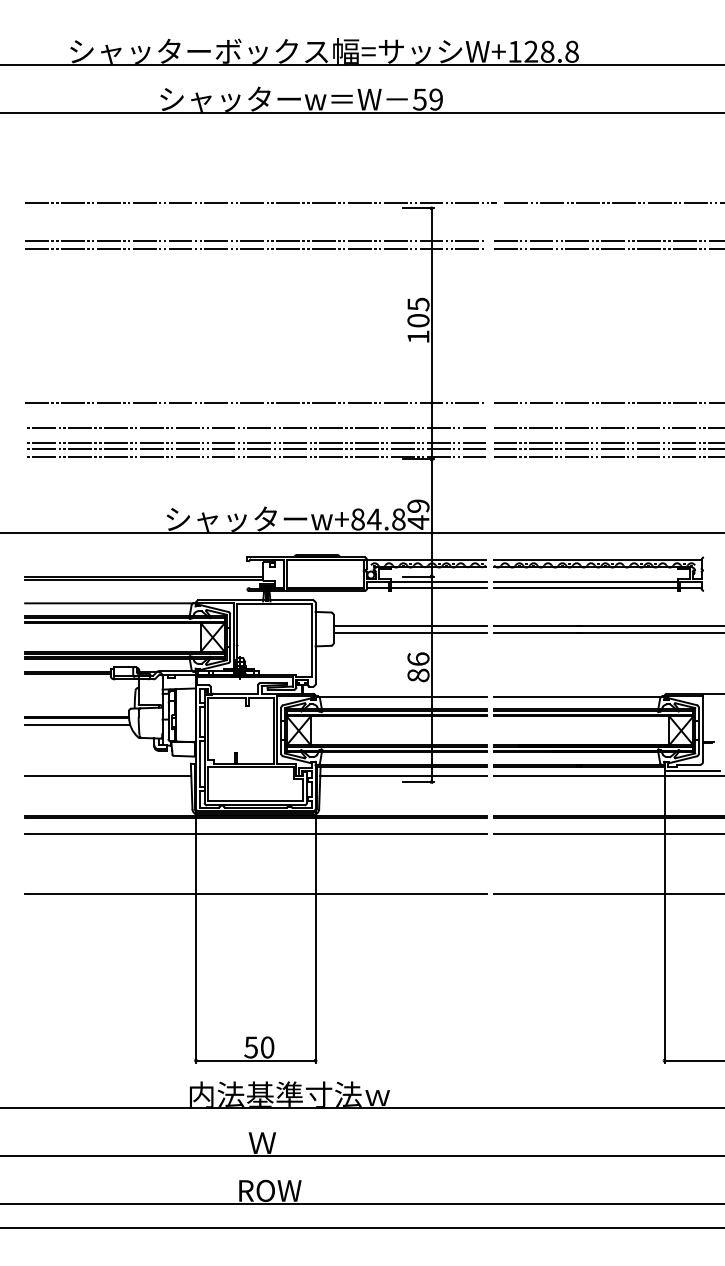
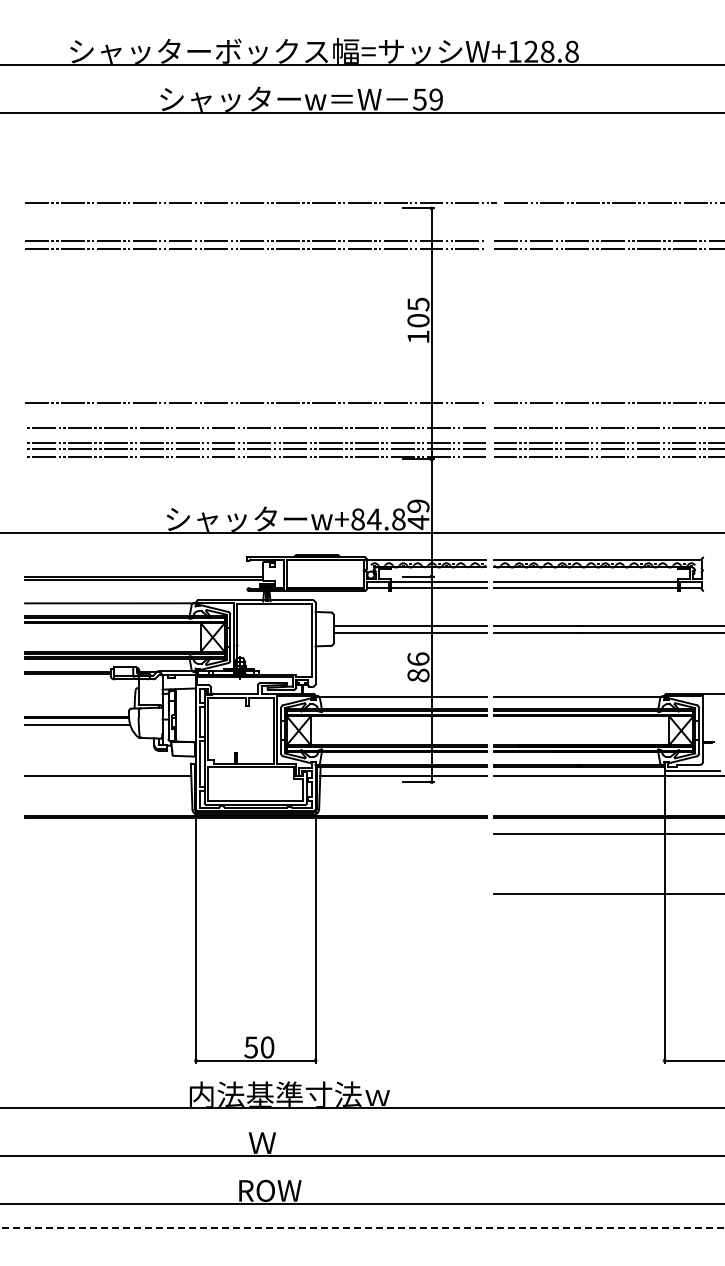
line at (255, 833): present -> none
line at (255, 893): present -> none
line at (362, 1228): solid -> dashed
